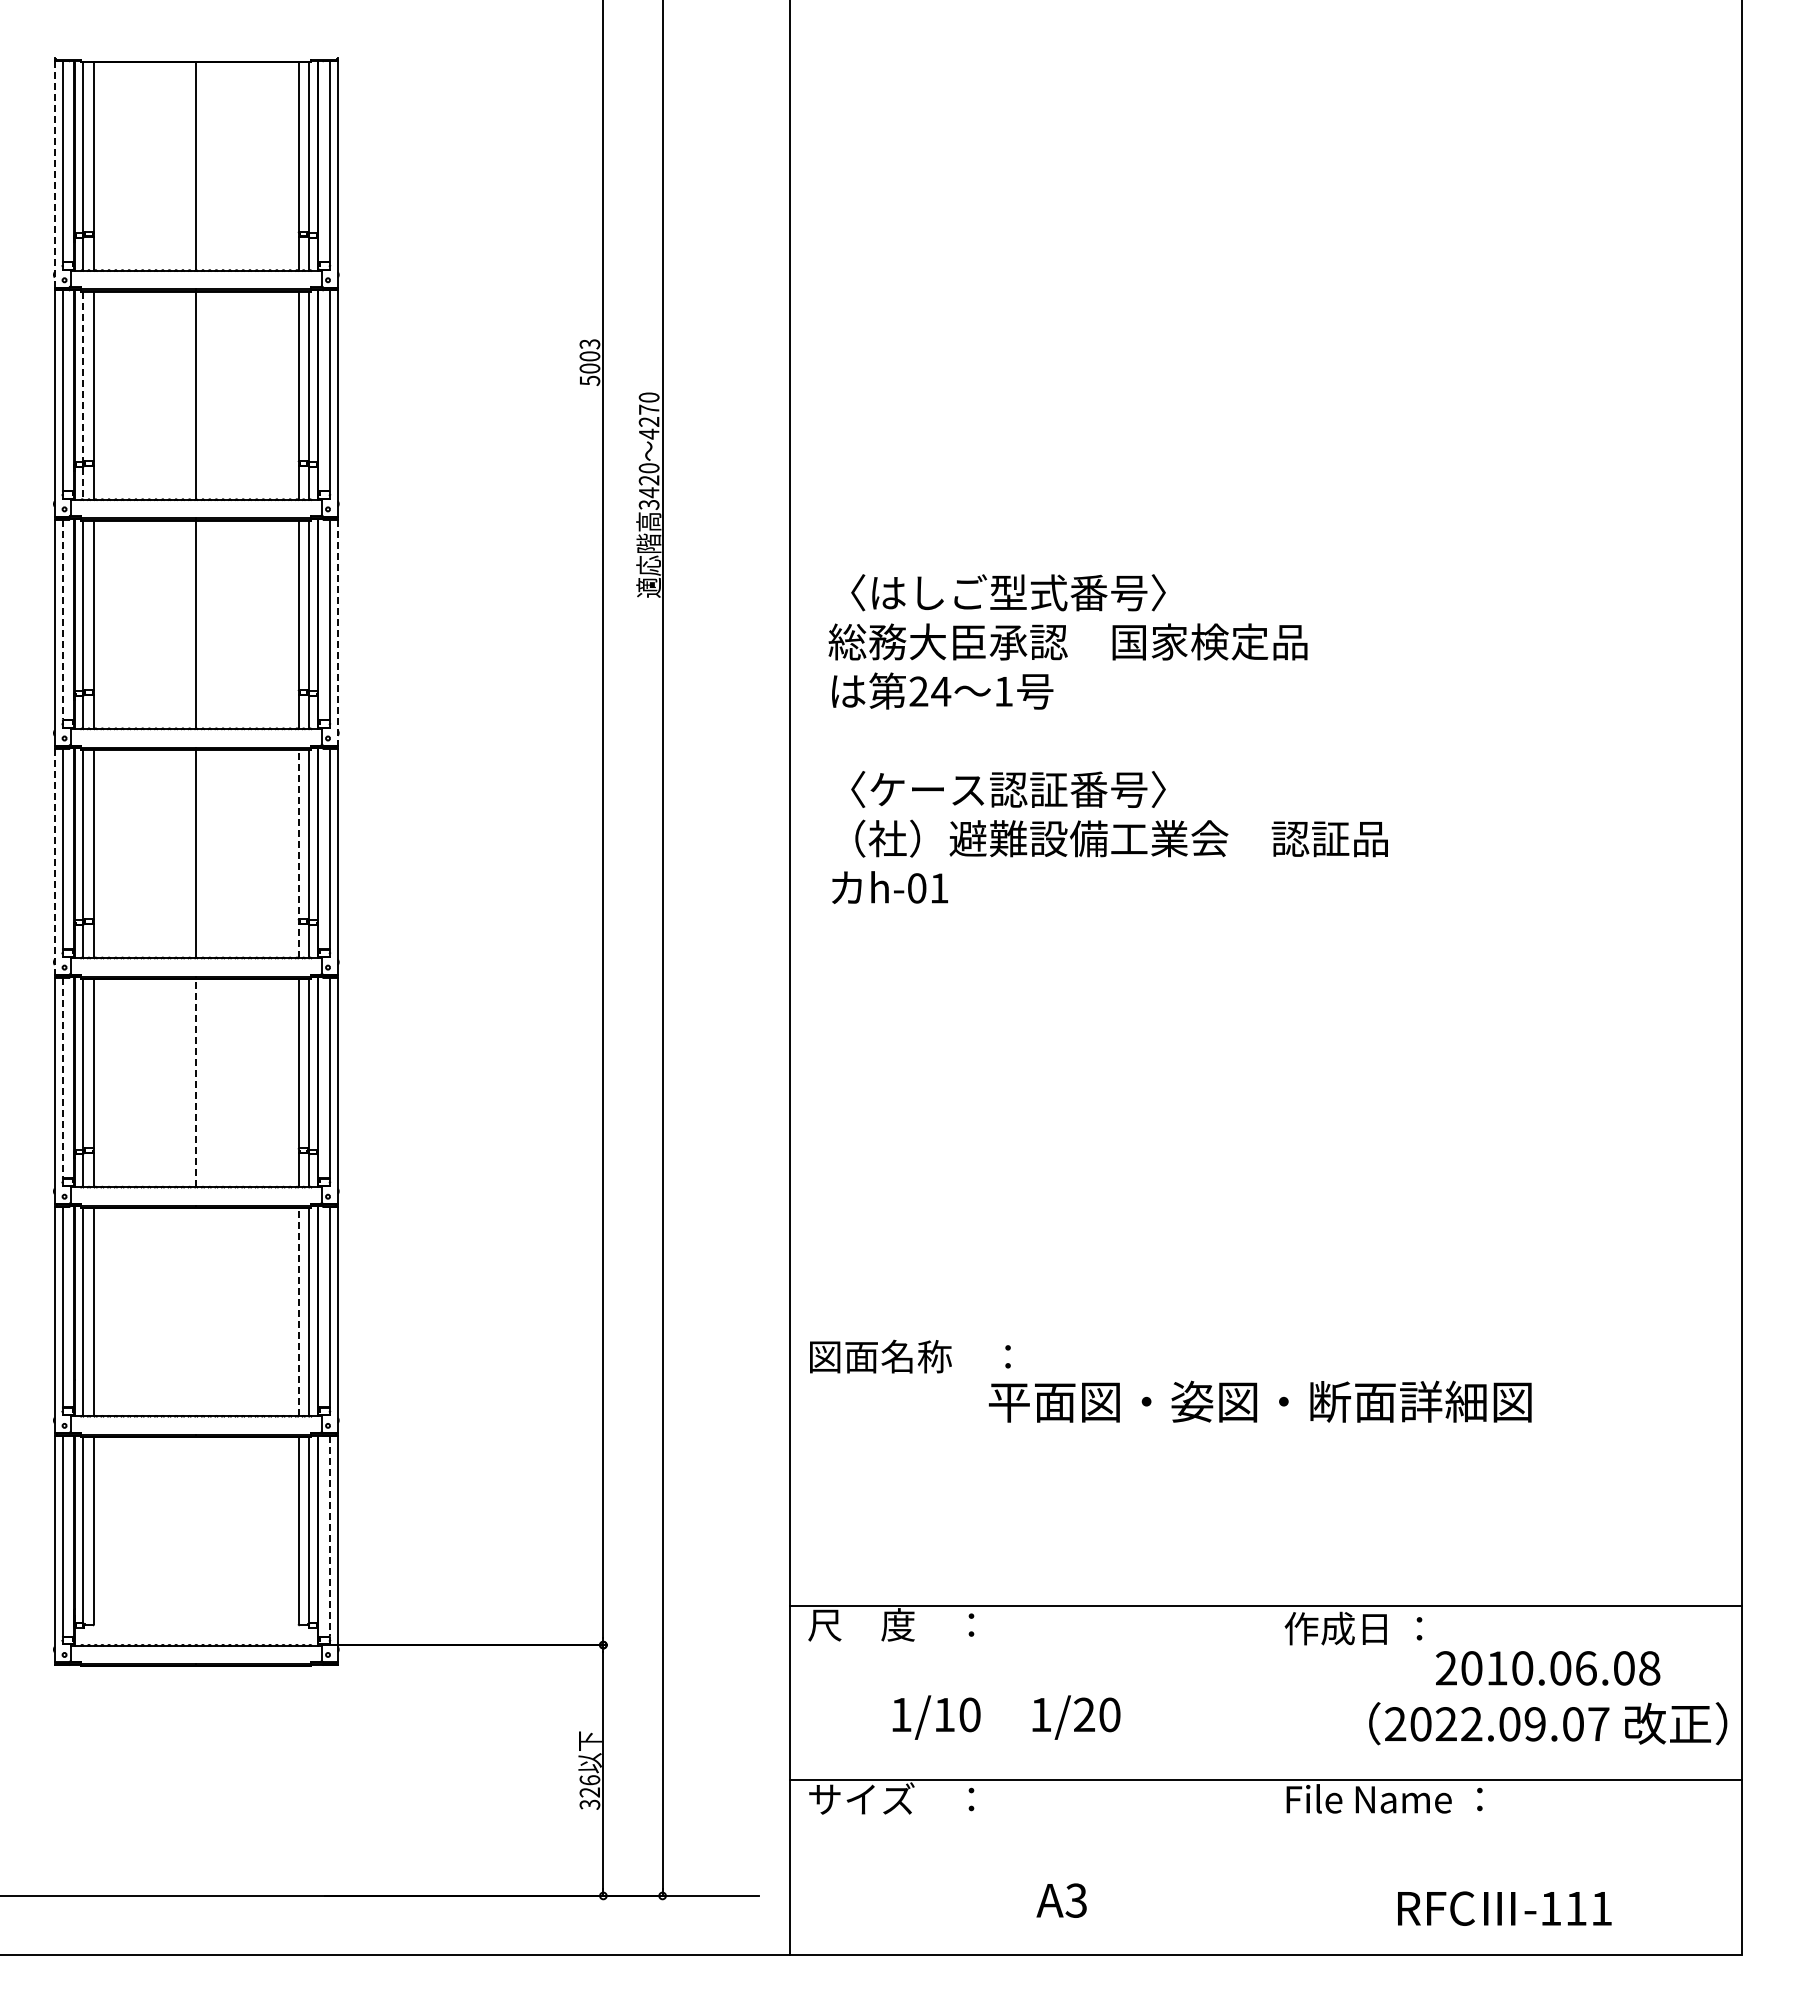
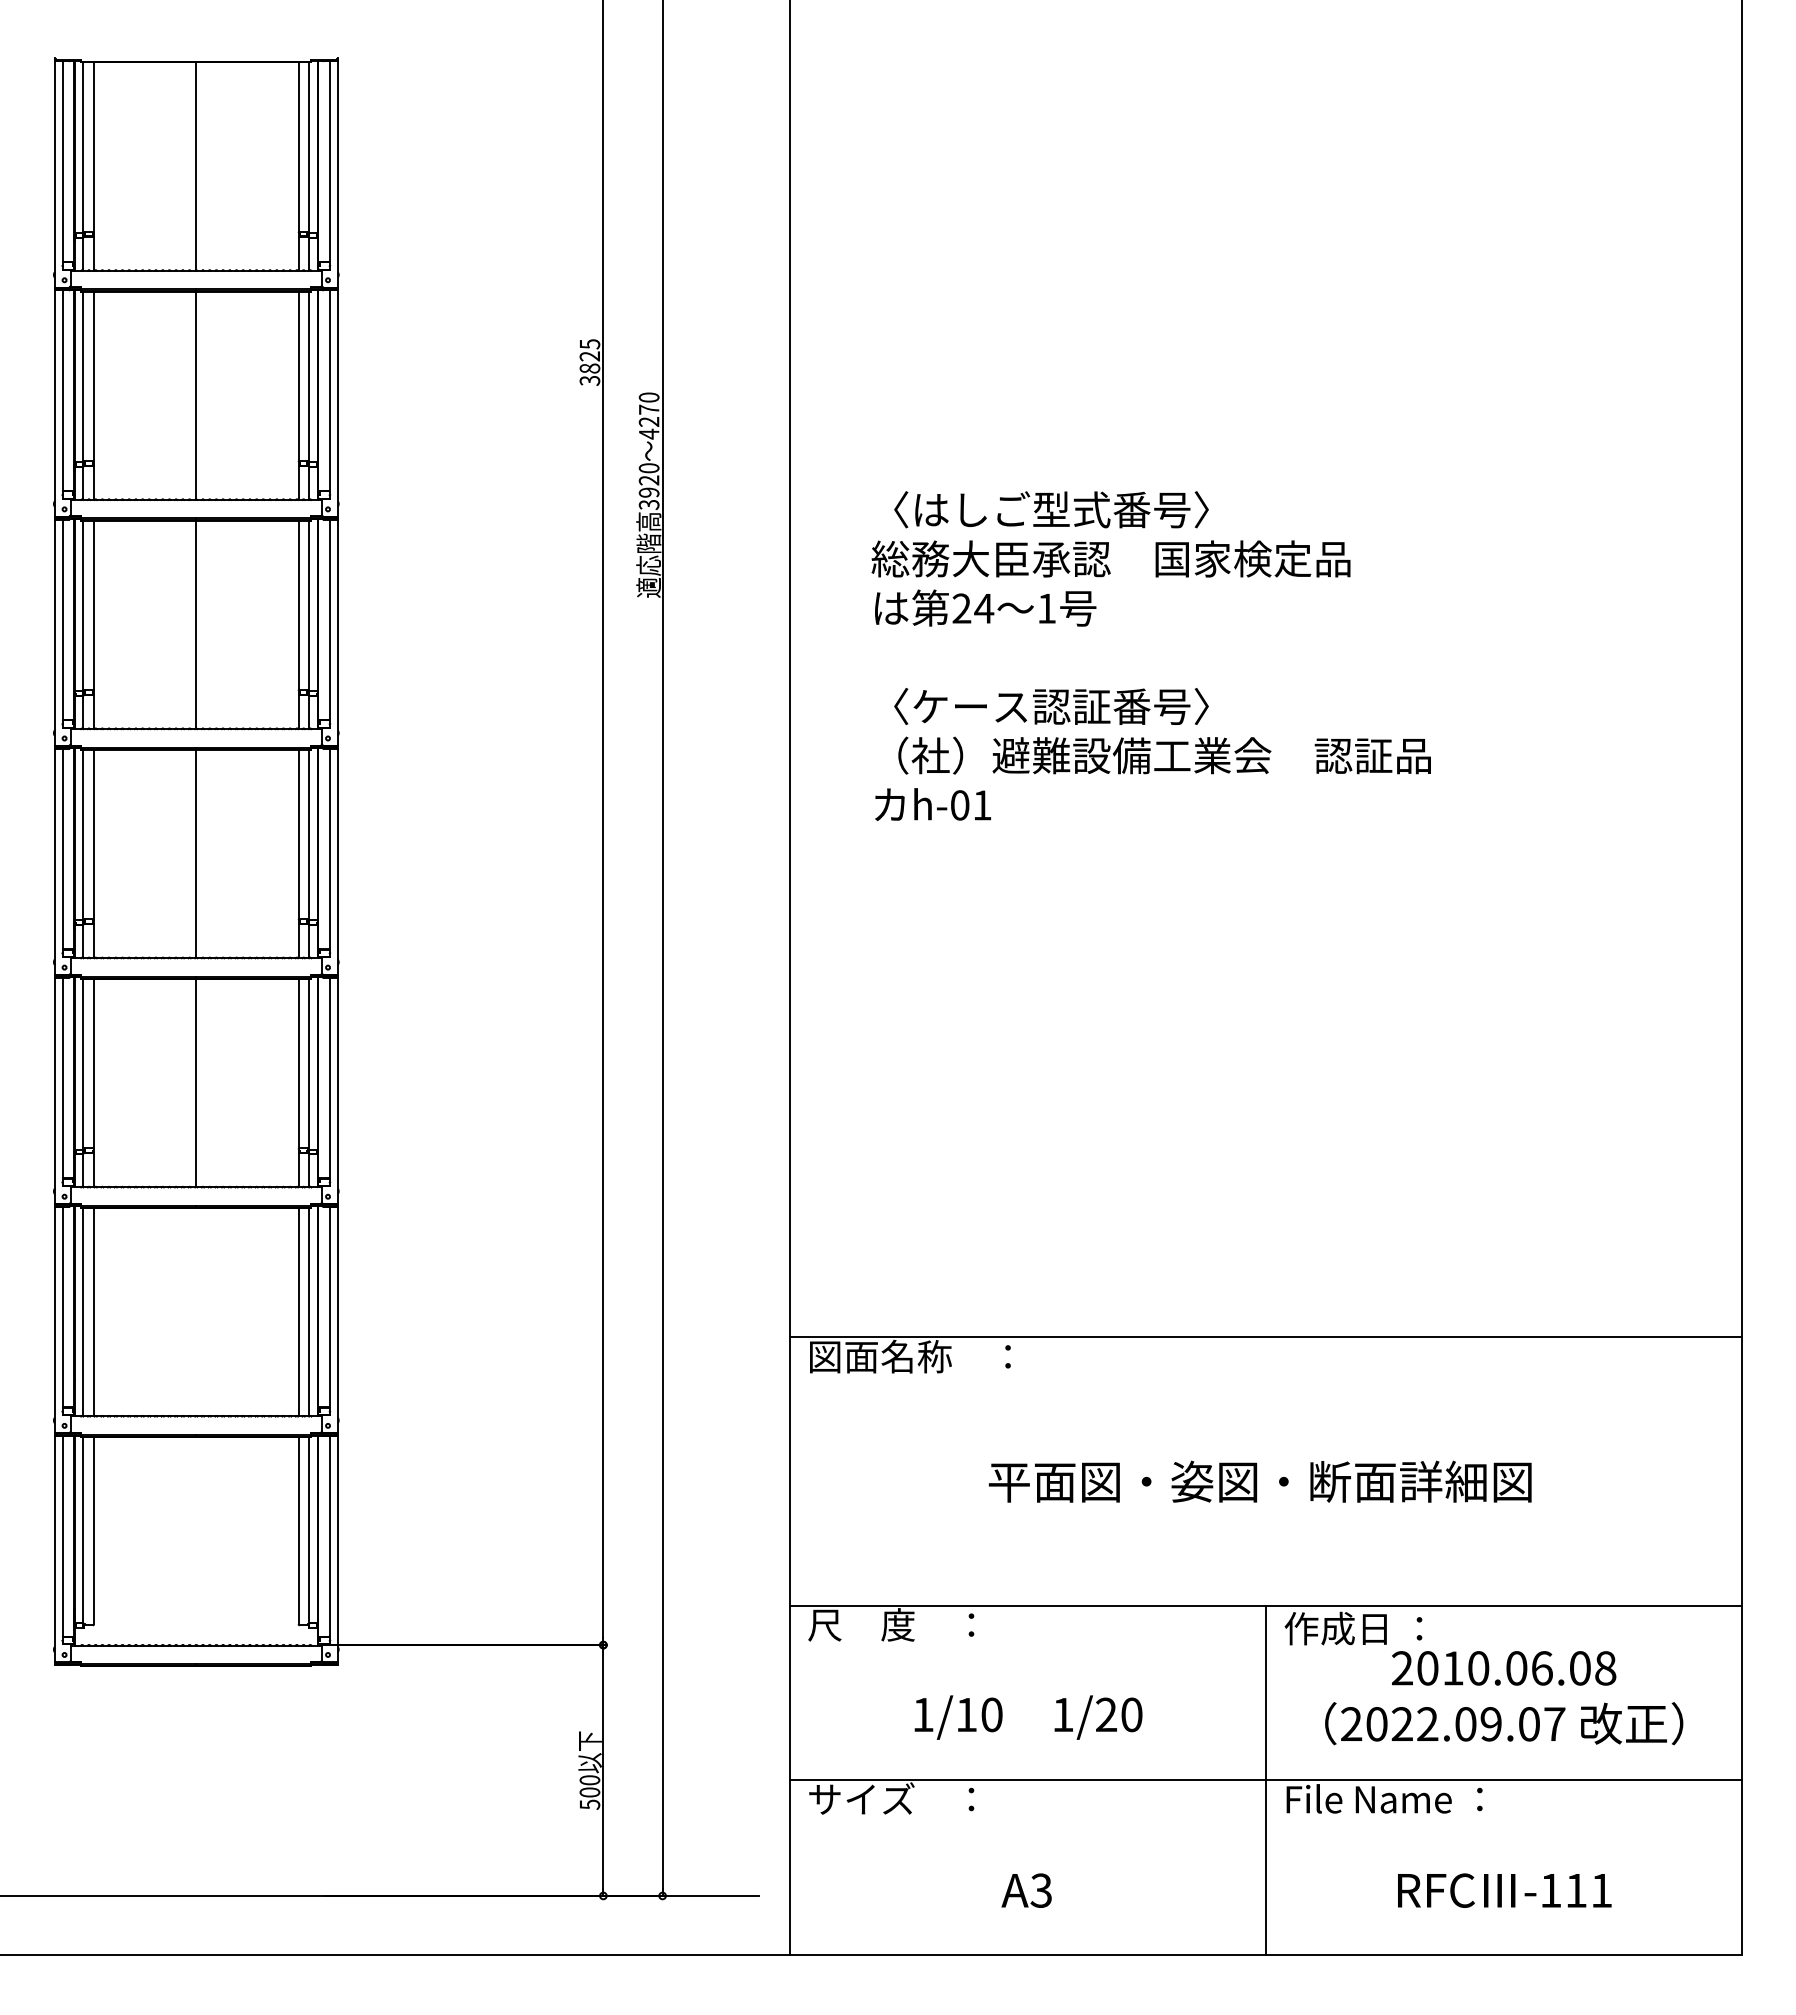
line at (54, 174): dashed -> solid
text at (589, 362): 5003 -> 3825
line at (83, 396): dashed -> solid
text at (648, 492): 3420 -> 3920
line at (62, 619): dashed -> solid
line at (337, 633): dashed -> solid
text at (1107, 738) position: (1107, 738) -> (1150, 655)
line at (298, 853): dashed -> solid
line at (54, 862): dashed -> solid
line at (62, 1077): dashed -> solid
line at (196, 1082): dashed -> solid
line at (298, 1311): dashed -> solid
line at (1265, 1337): none -> present
text at (1260, 1401) position: (1260, 1401) -> (1260, 1481)
line at (329, 1535): dashed -> solid
text at (1548, 1698) position: (1548, 1698) -> (1504, 1698)
text at (1006, 1717) position: (1006, 1717) -> (1028, 1717)
line at (1265, 1779): none -> present
text at (589, 1792): 326 -> 500
text at (1061, 1900) position: (1061, 1900) -> (1026, 1890)
text at (1504, 1908) position: (1504, 1908) -> (1504, 1890)
